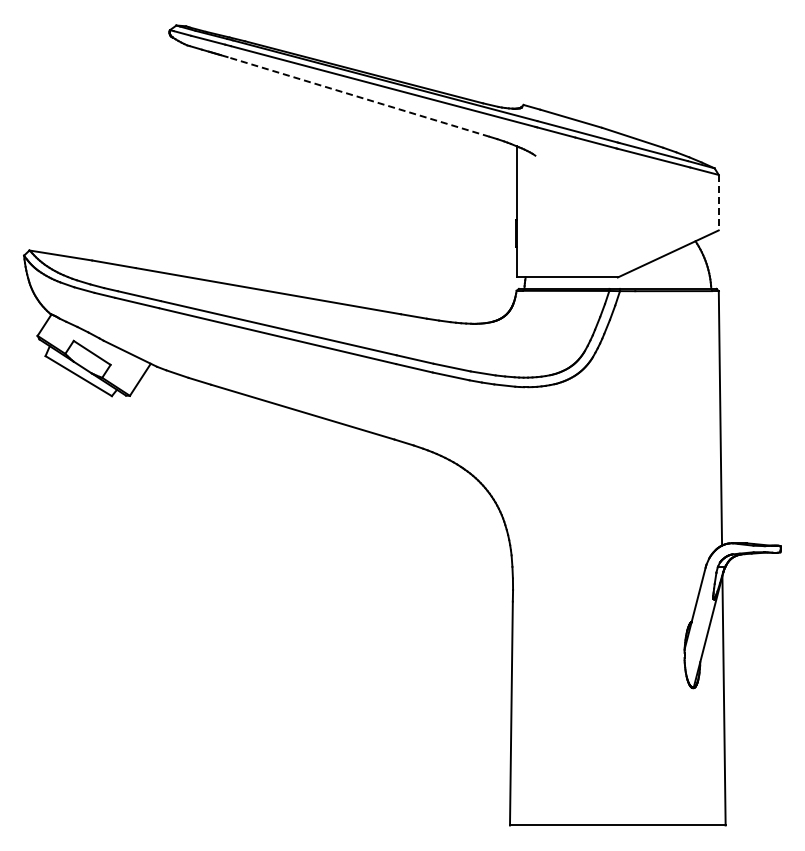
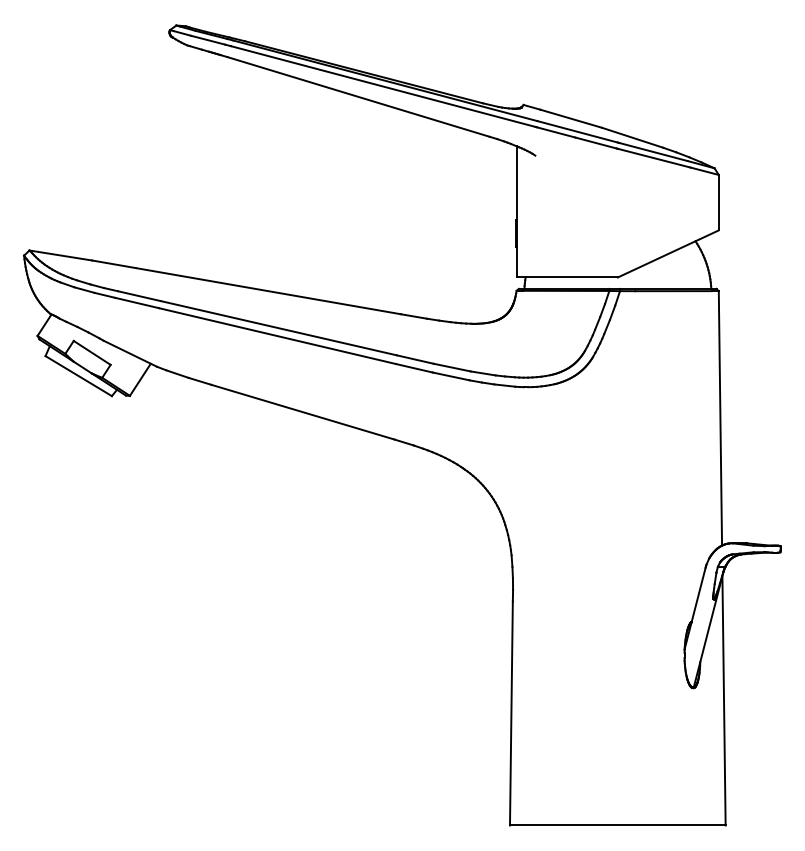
line at (358, 96): dashed -> solid
line at (718, 202): dashed -> solid
